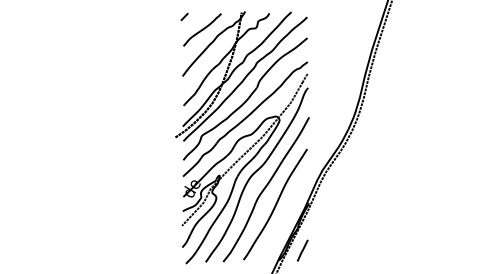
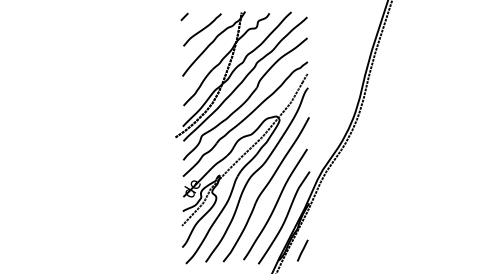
curve at (285, 217): none -> present
